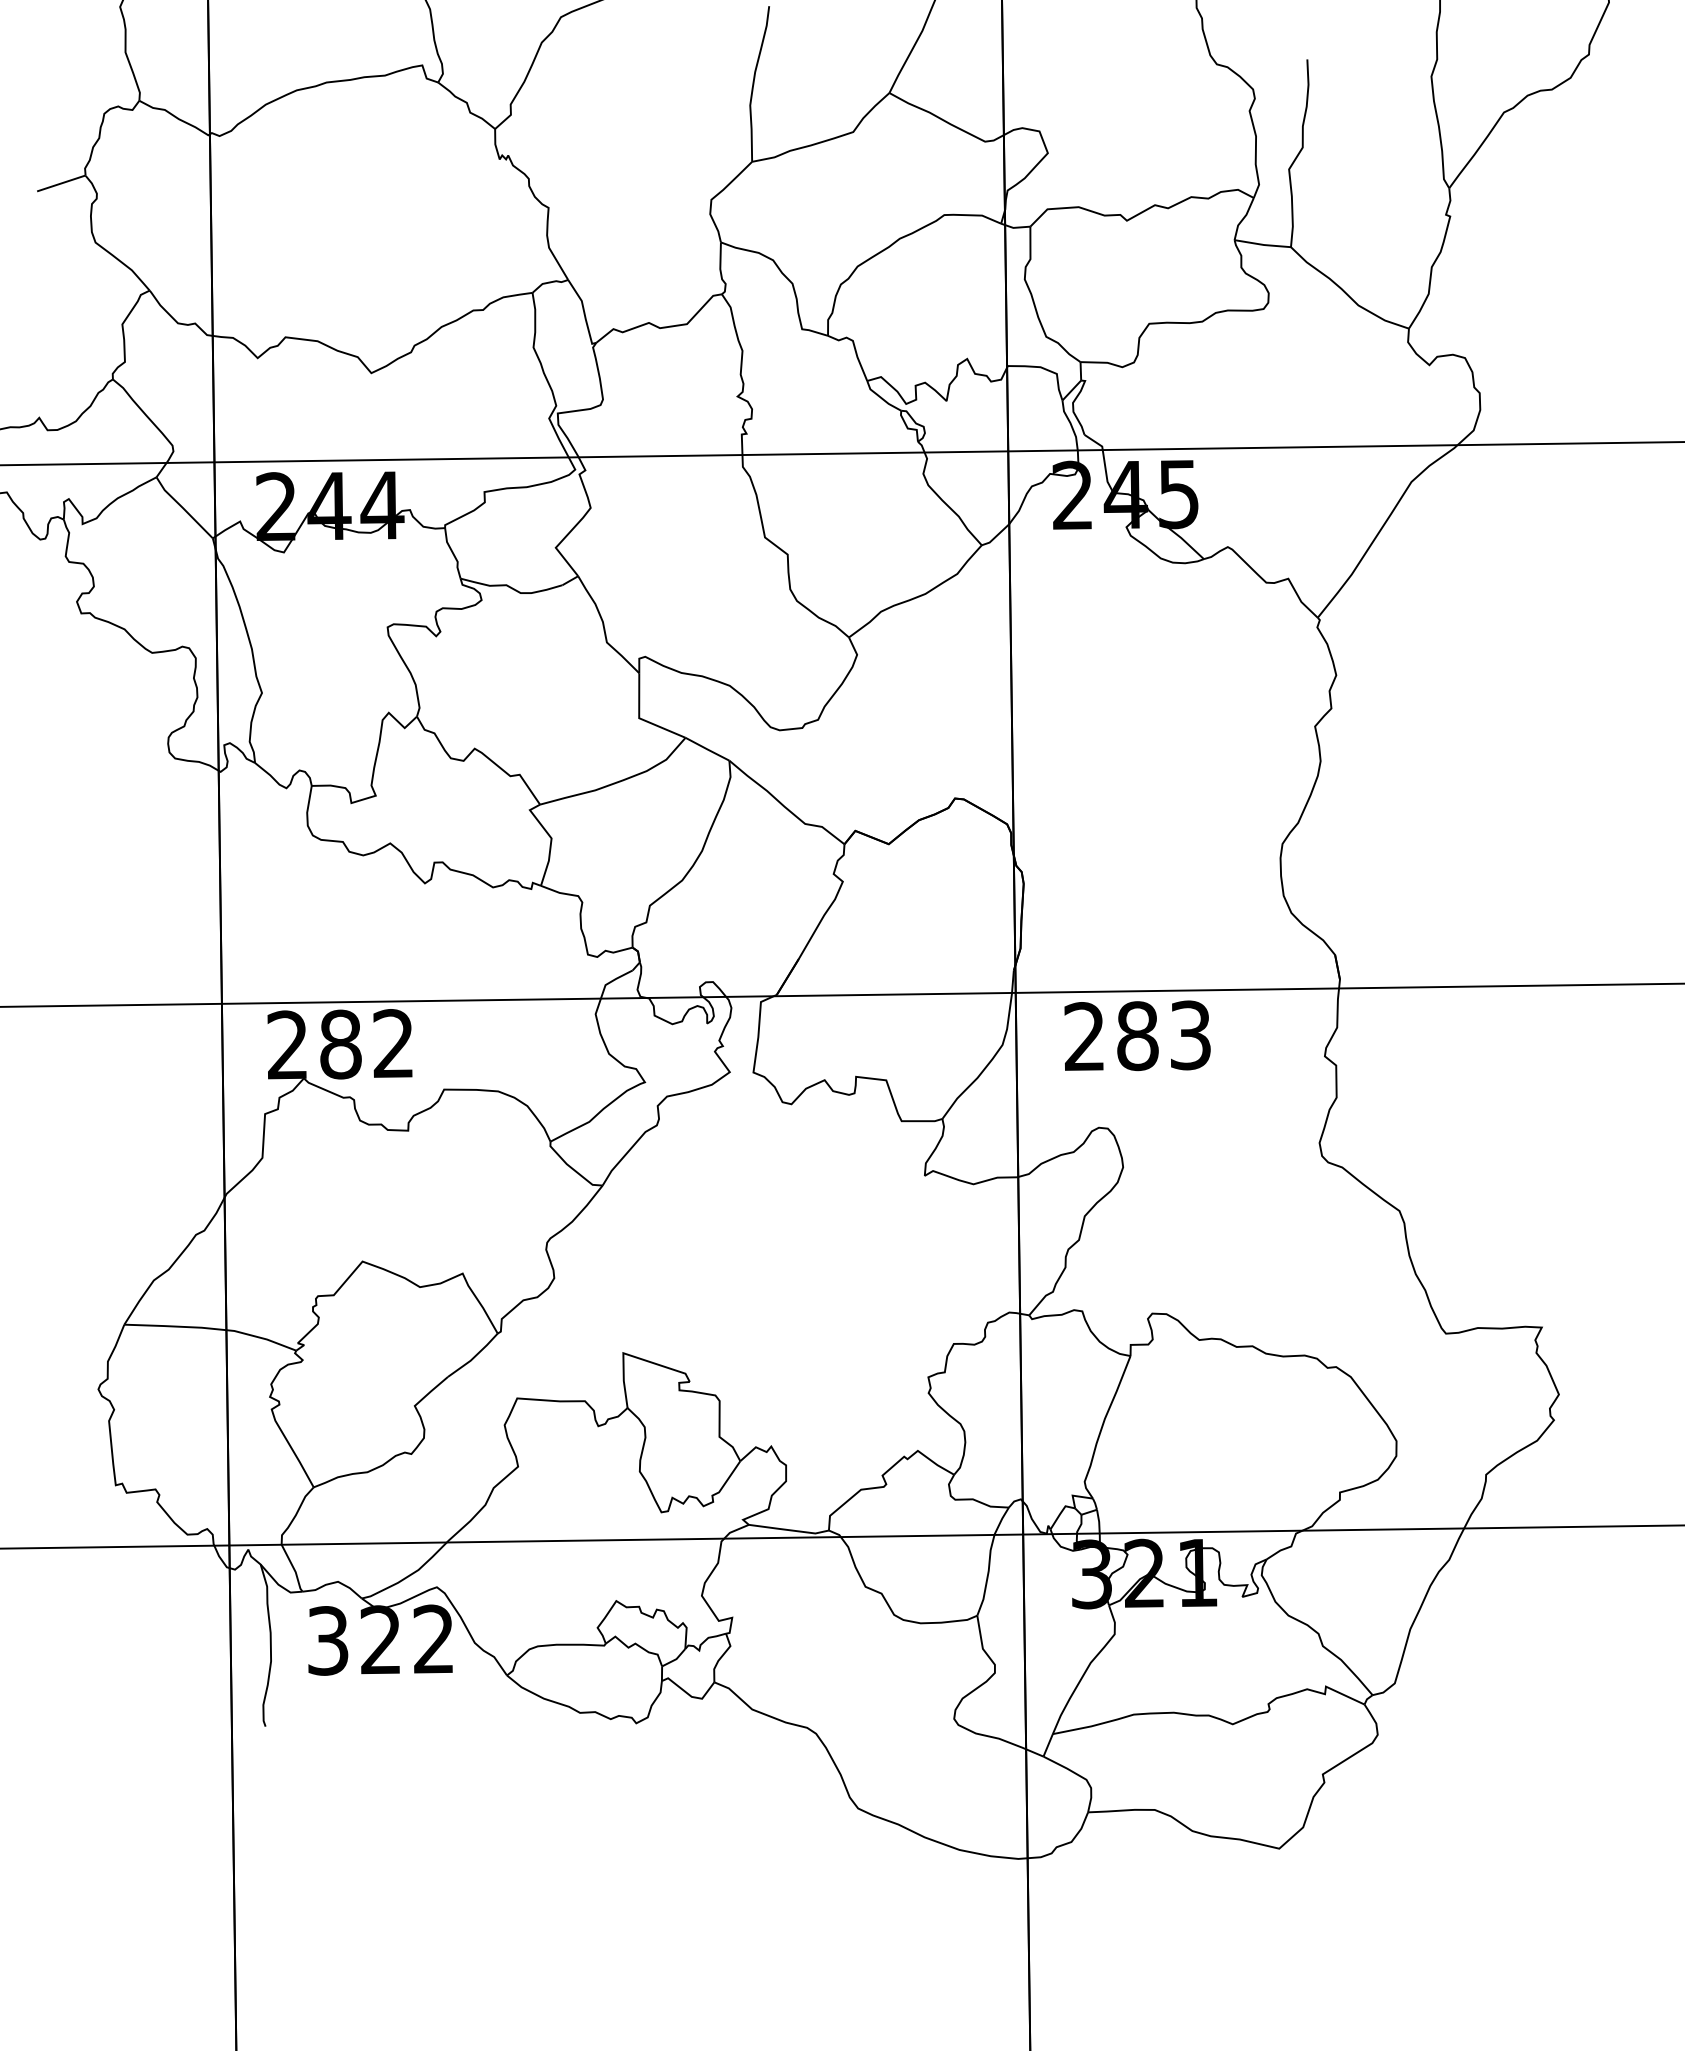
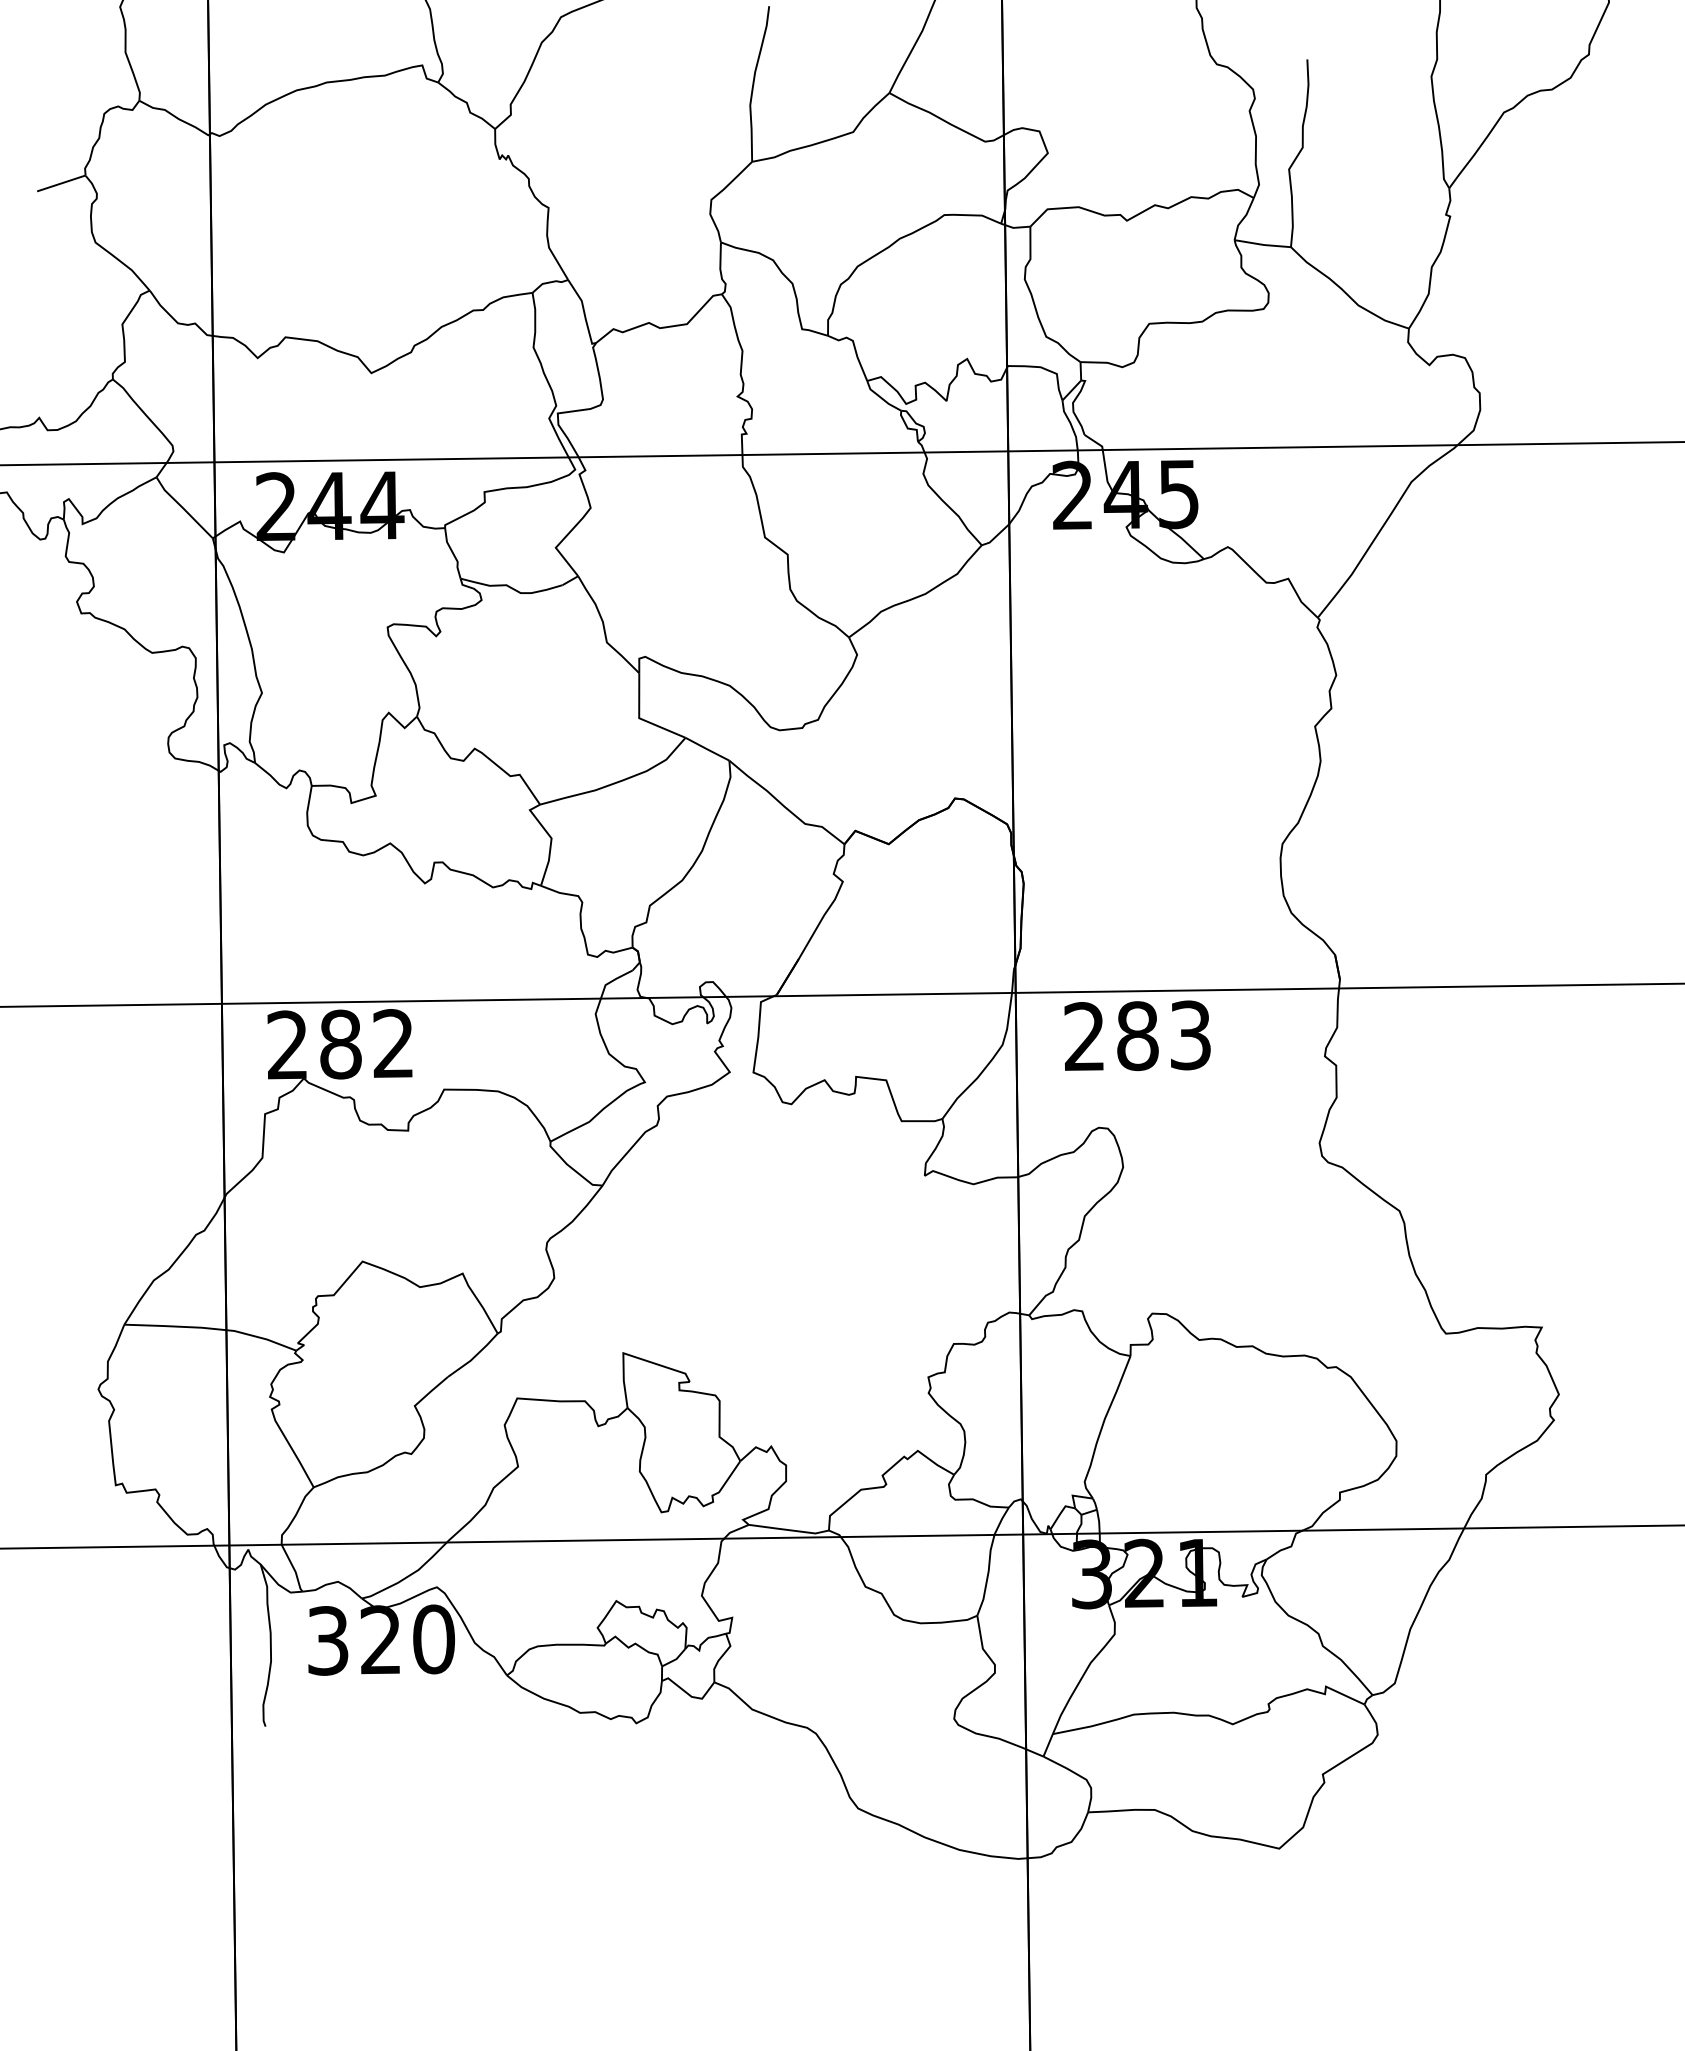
text at (433, 1639): 322 -> 320
